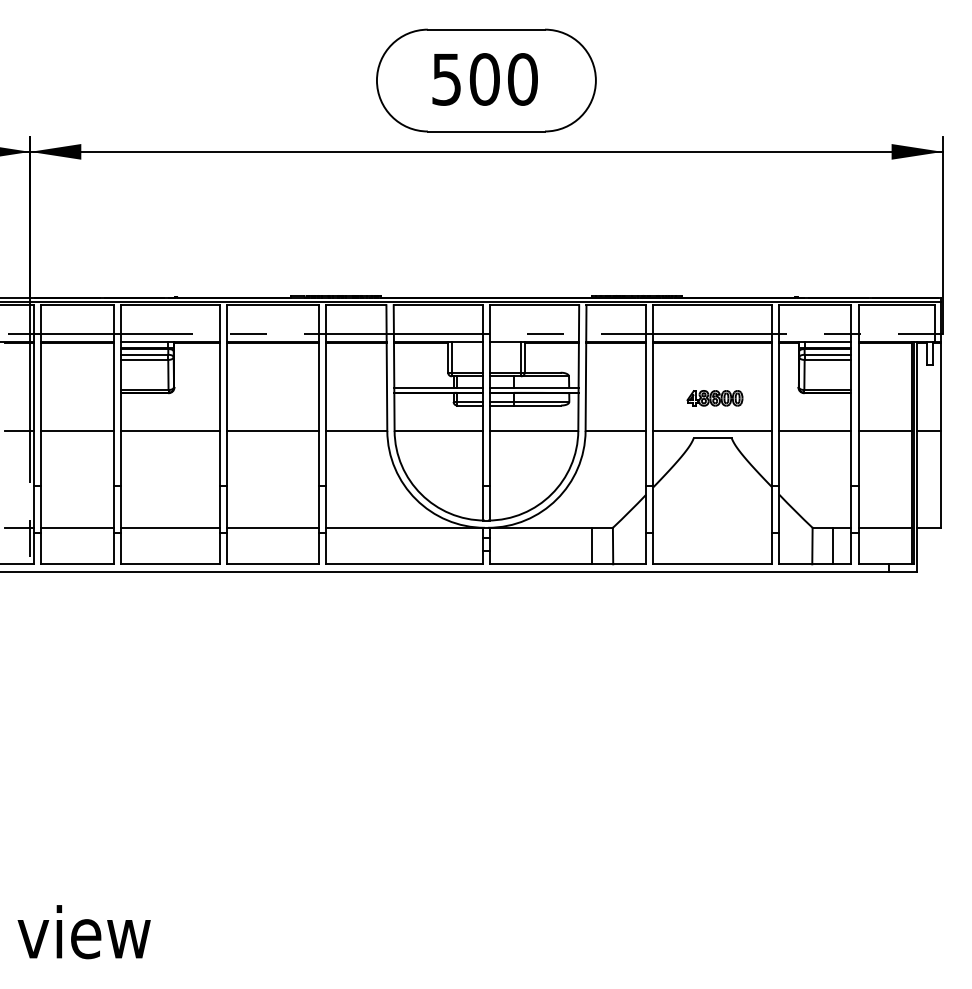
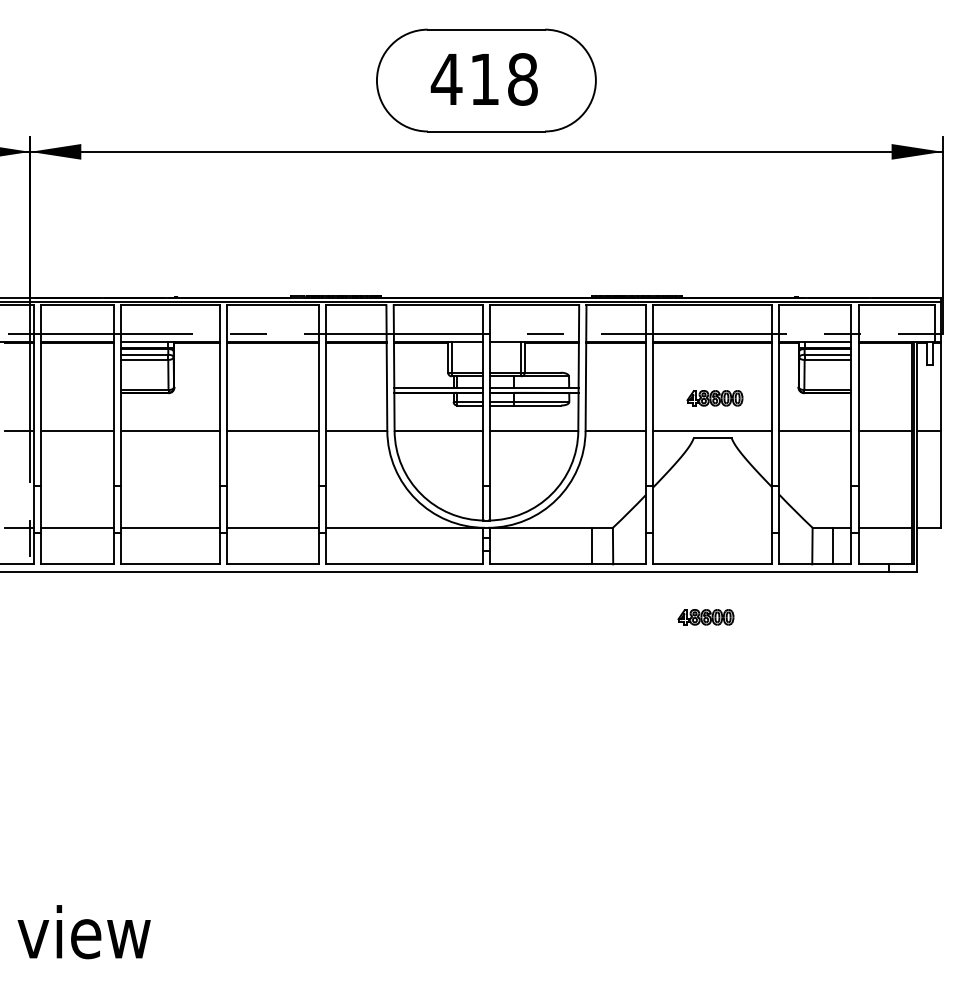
text at (483, 79): 500 -> 418
part at (705, 617): none -> present
